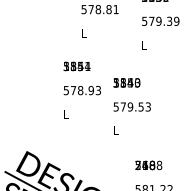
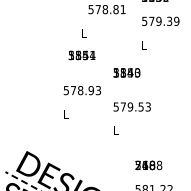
text at (99, 9) position: (99, 9) -> (106, 9)
text at (76, 66) position: (76, 66) -> (81, 55)
text at (126, 82) position: (126, 82) -> (126, 72)
line at (23, 181): solid -> dashed
